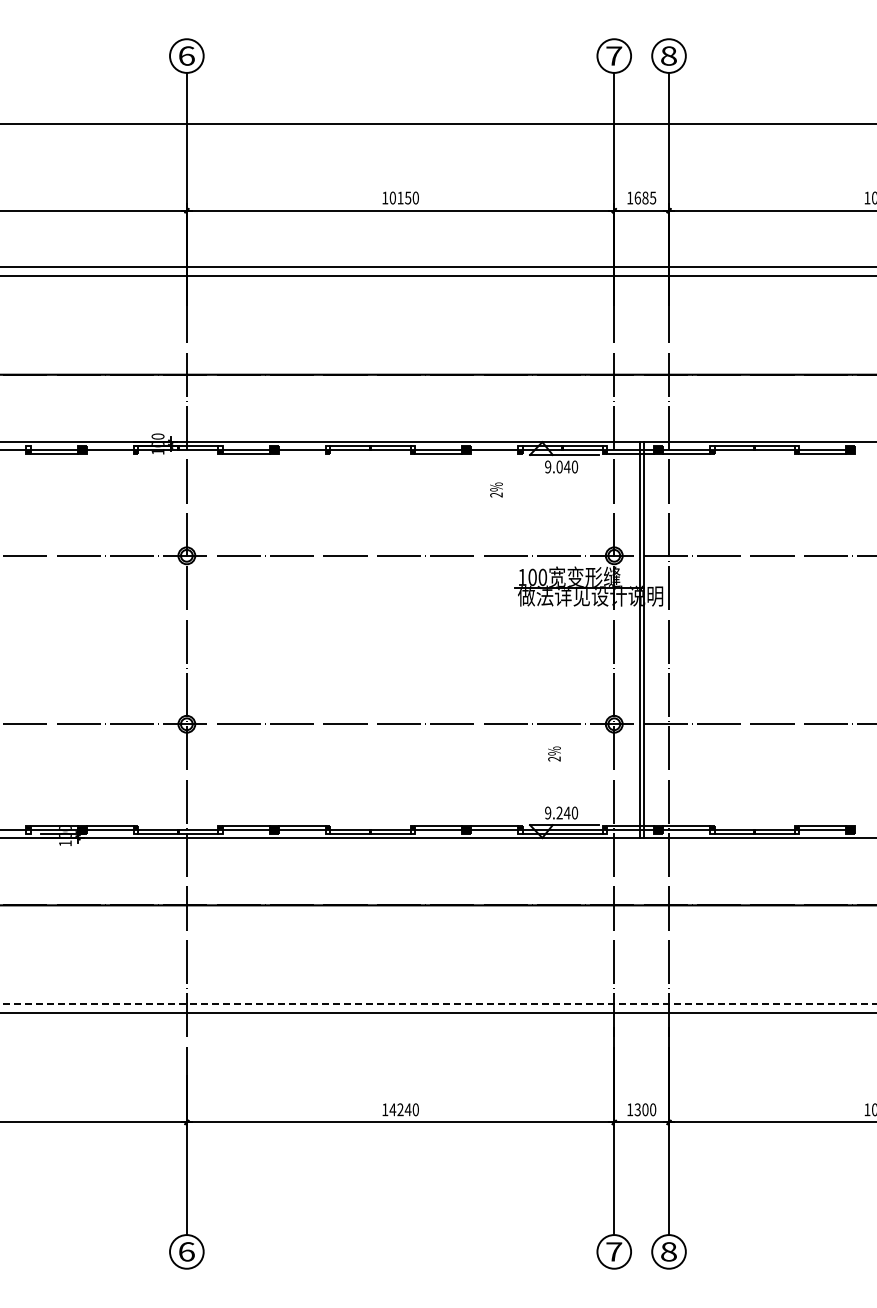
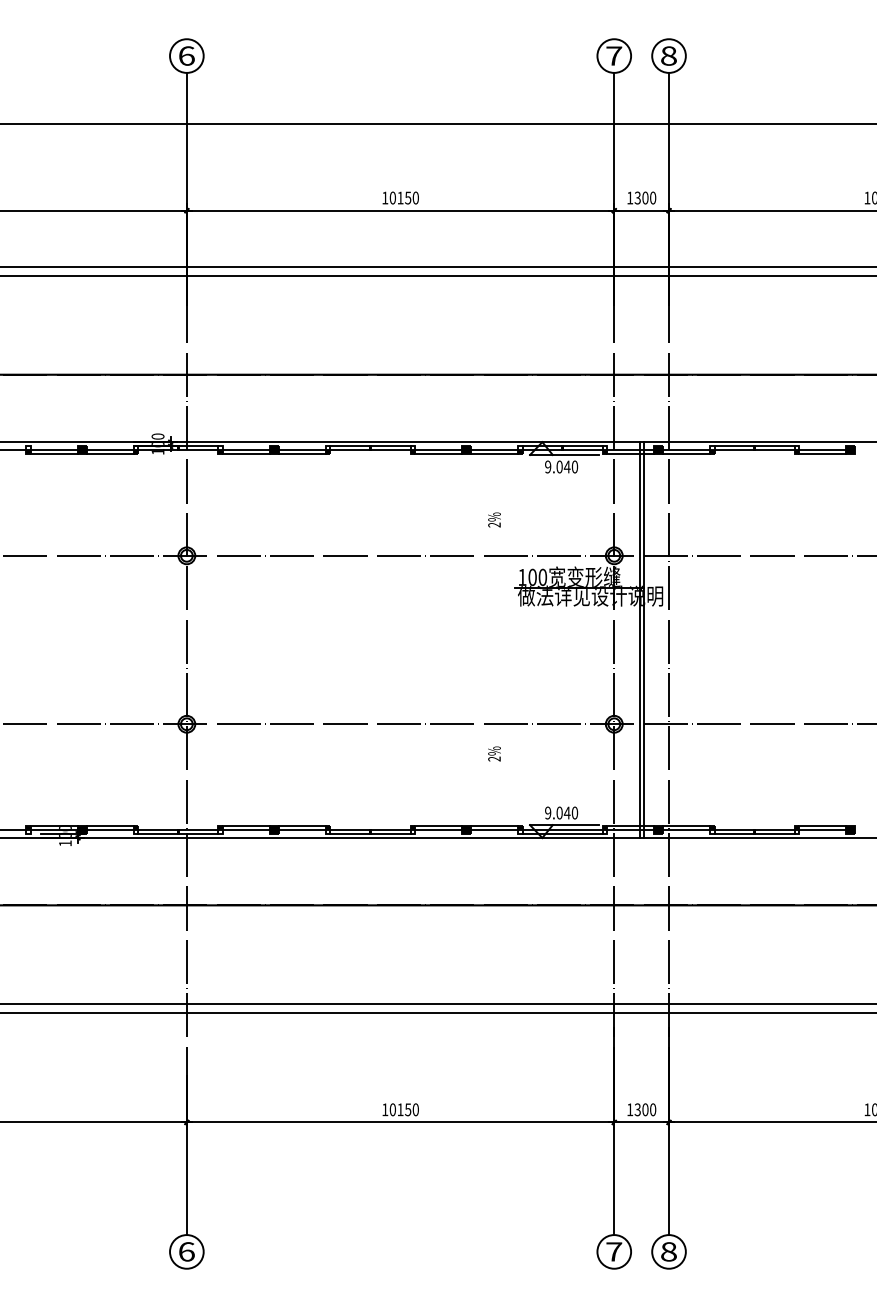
text at (645, 197): 1685 -> 1300
line at (110, 453): none -> present
line at (302, 453): none -> present
line at (494, 453): none -> present
text at (496, 489) position: (496, 489) -> (494, 519)
text at (554, 753) position: (554, 753) -> (494, 753)
text at (559, 812): 9.240 -> 9.040
line at (438, 1004): dashed -> solid
text at (400, 1109): 14240 -> 10150
